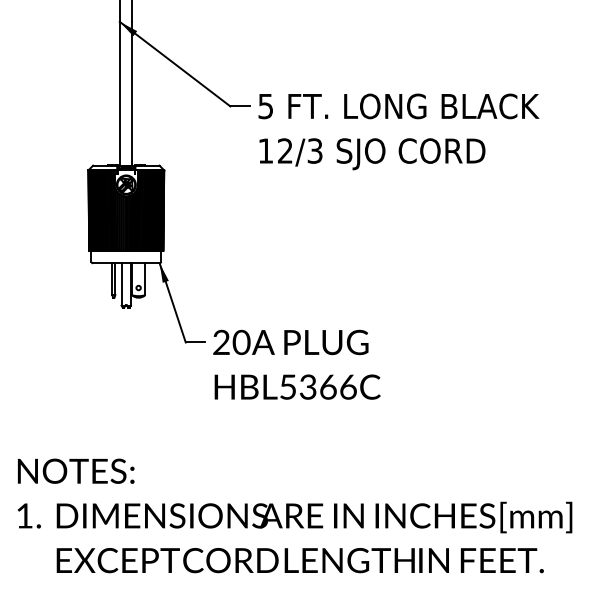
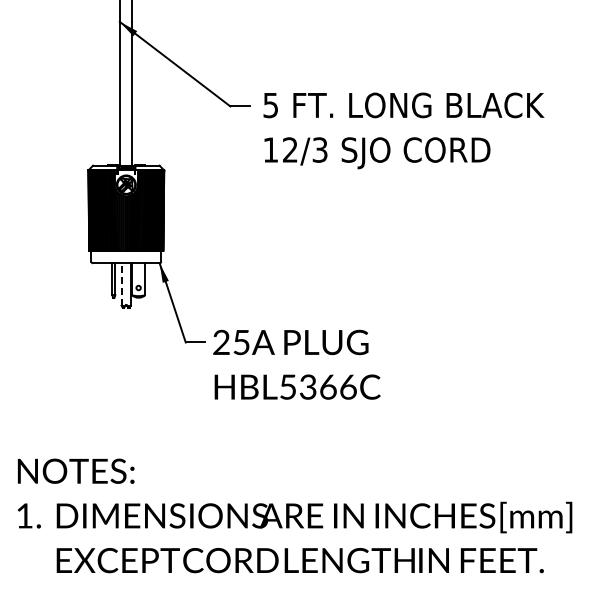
text at (398, 131) position: (398, 131) -> (403, 130)
line at (121, 283): solid -> dashed
text at (241, 342): 20A -> 25A
